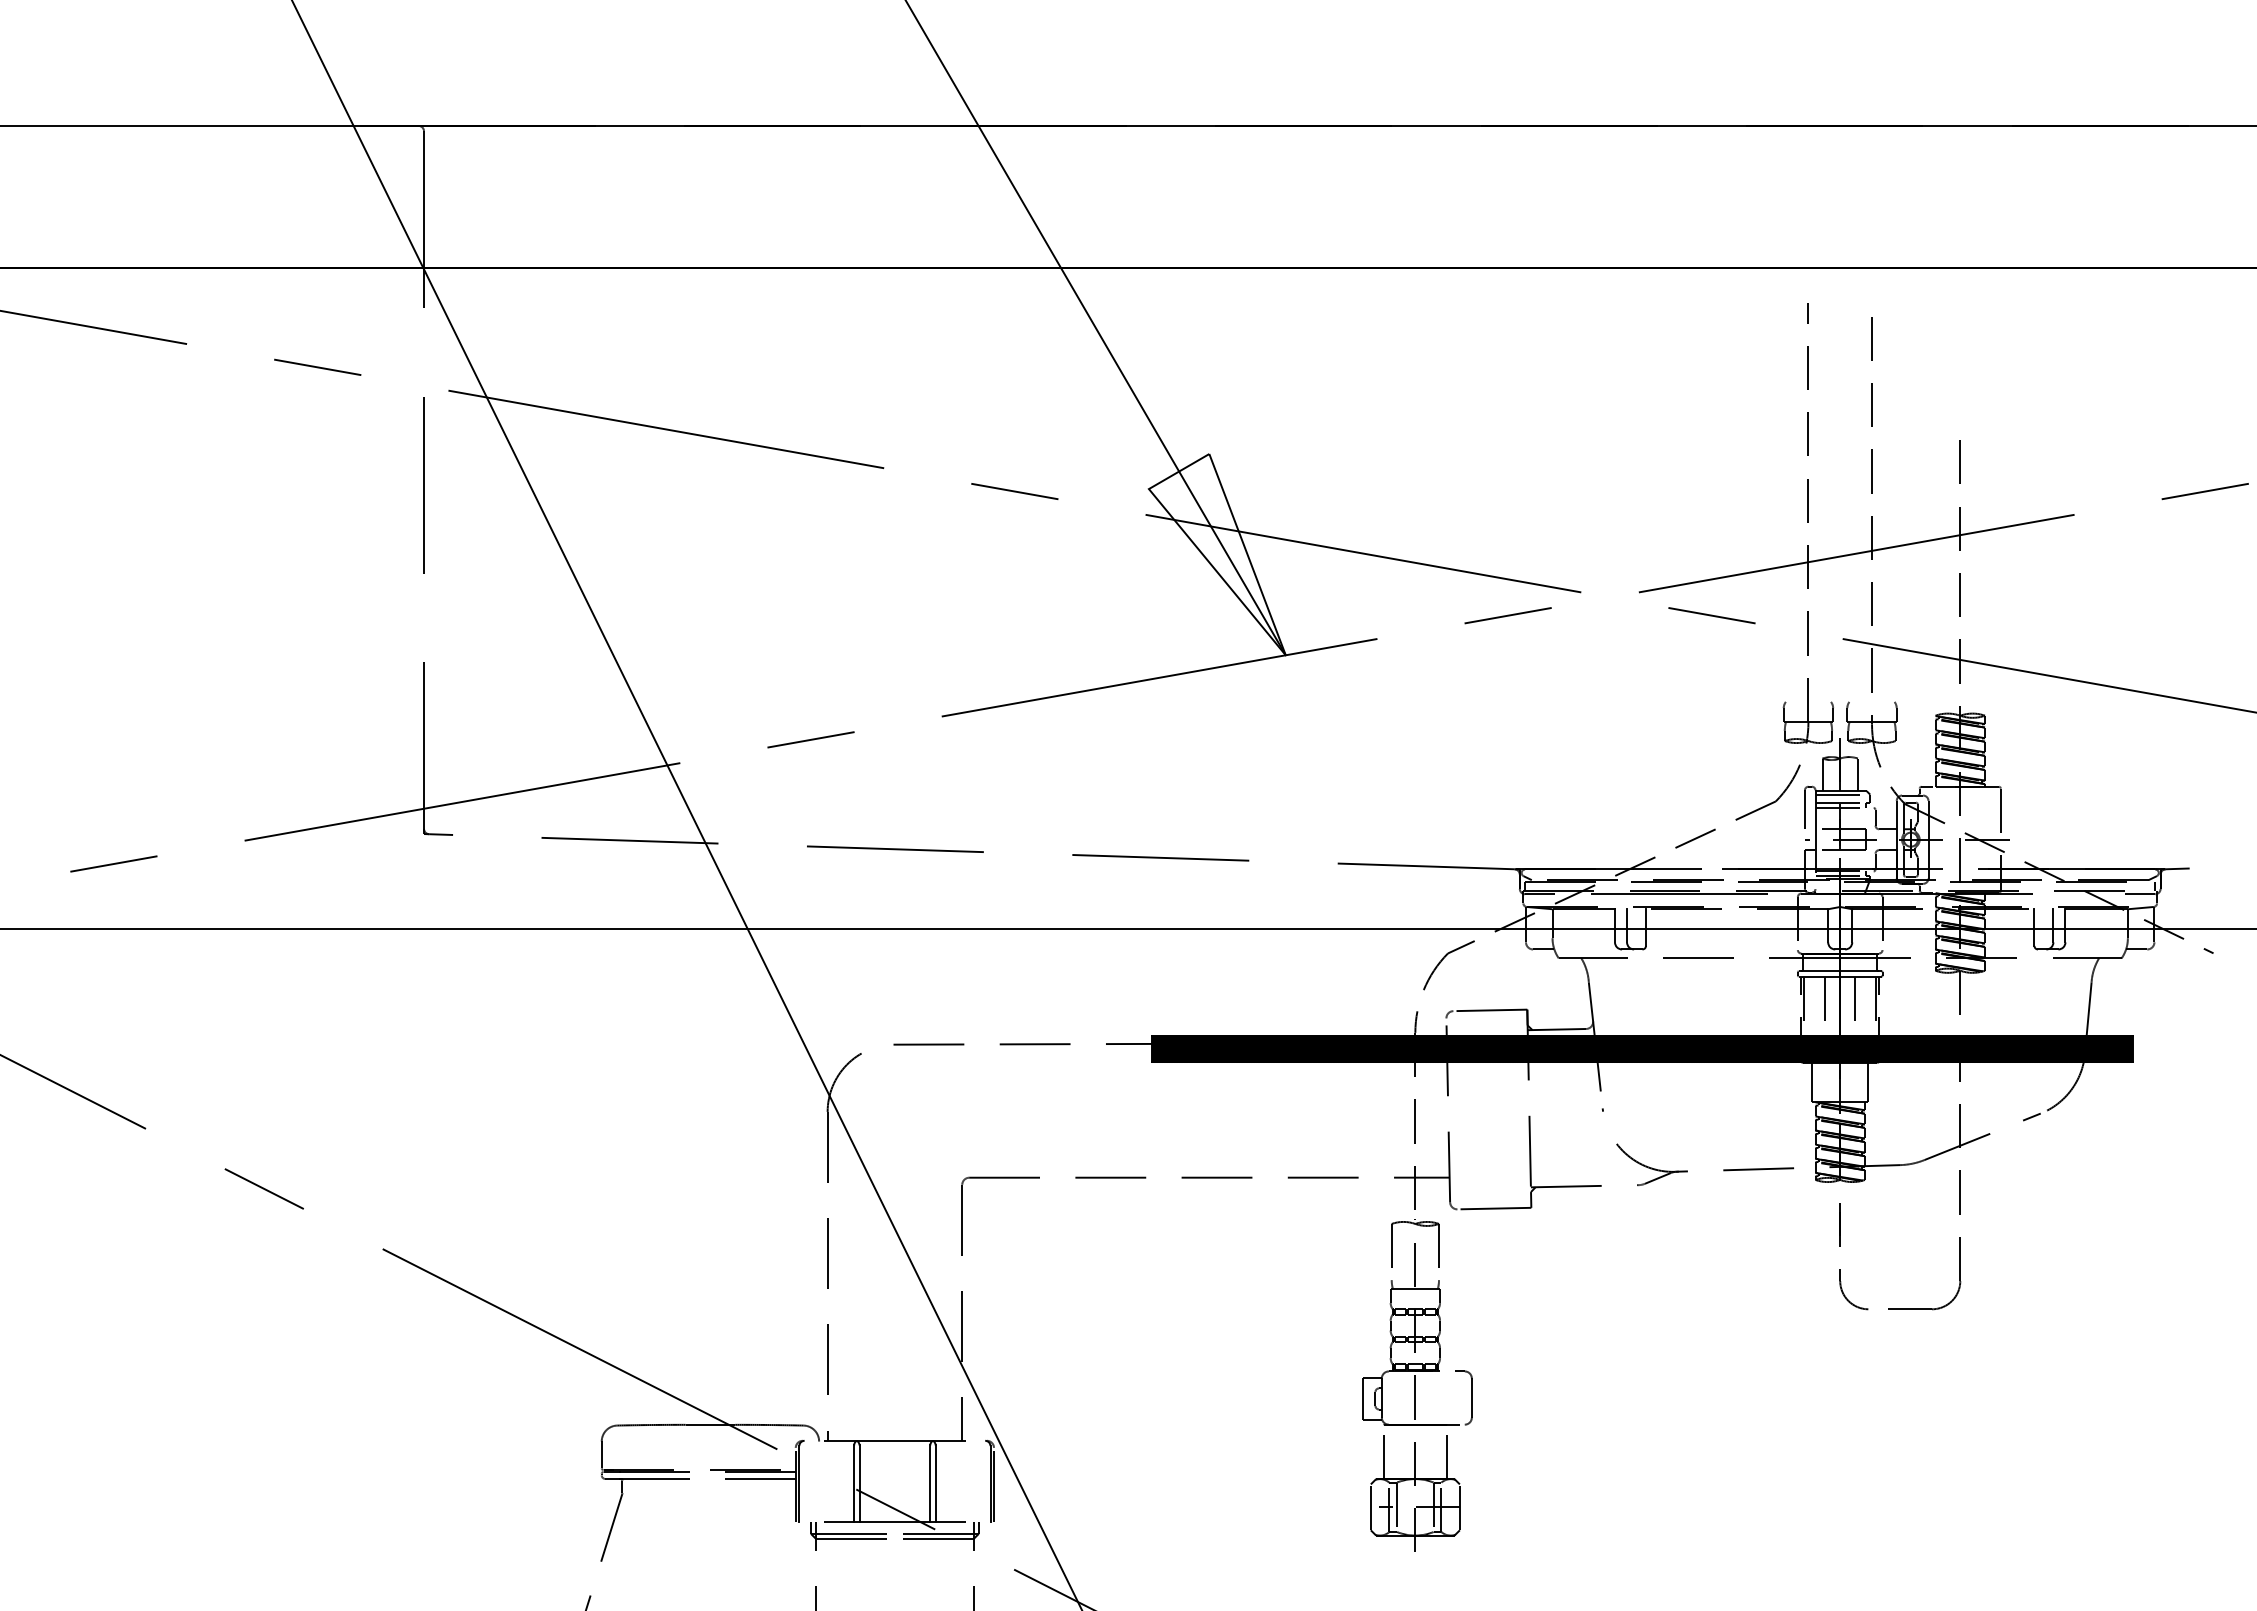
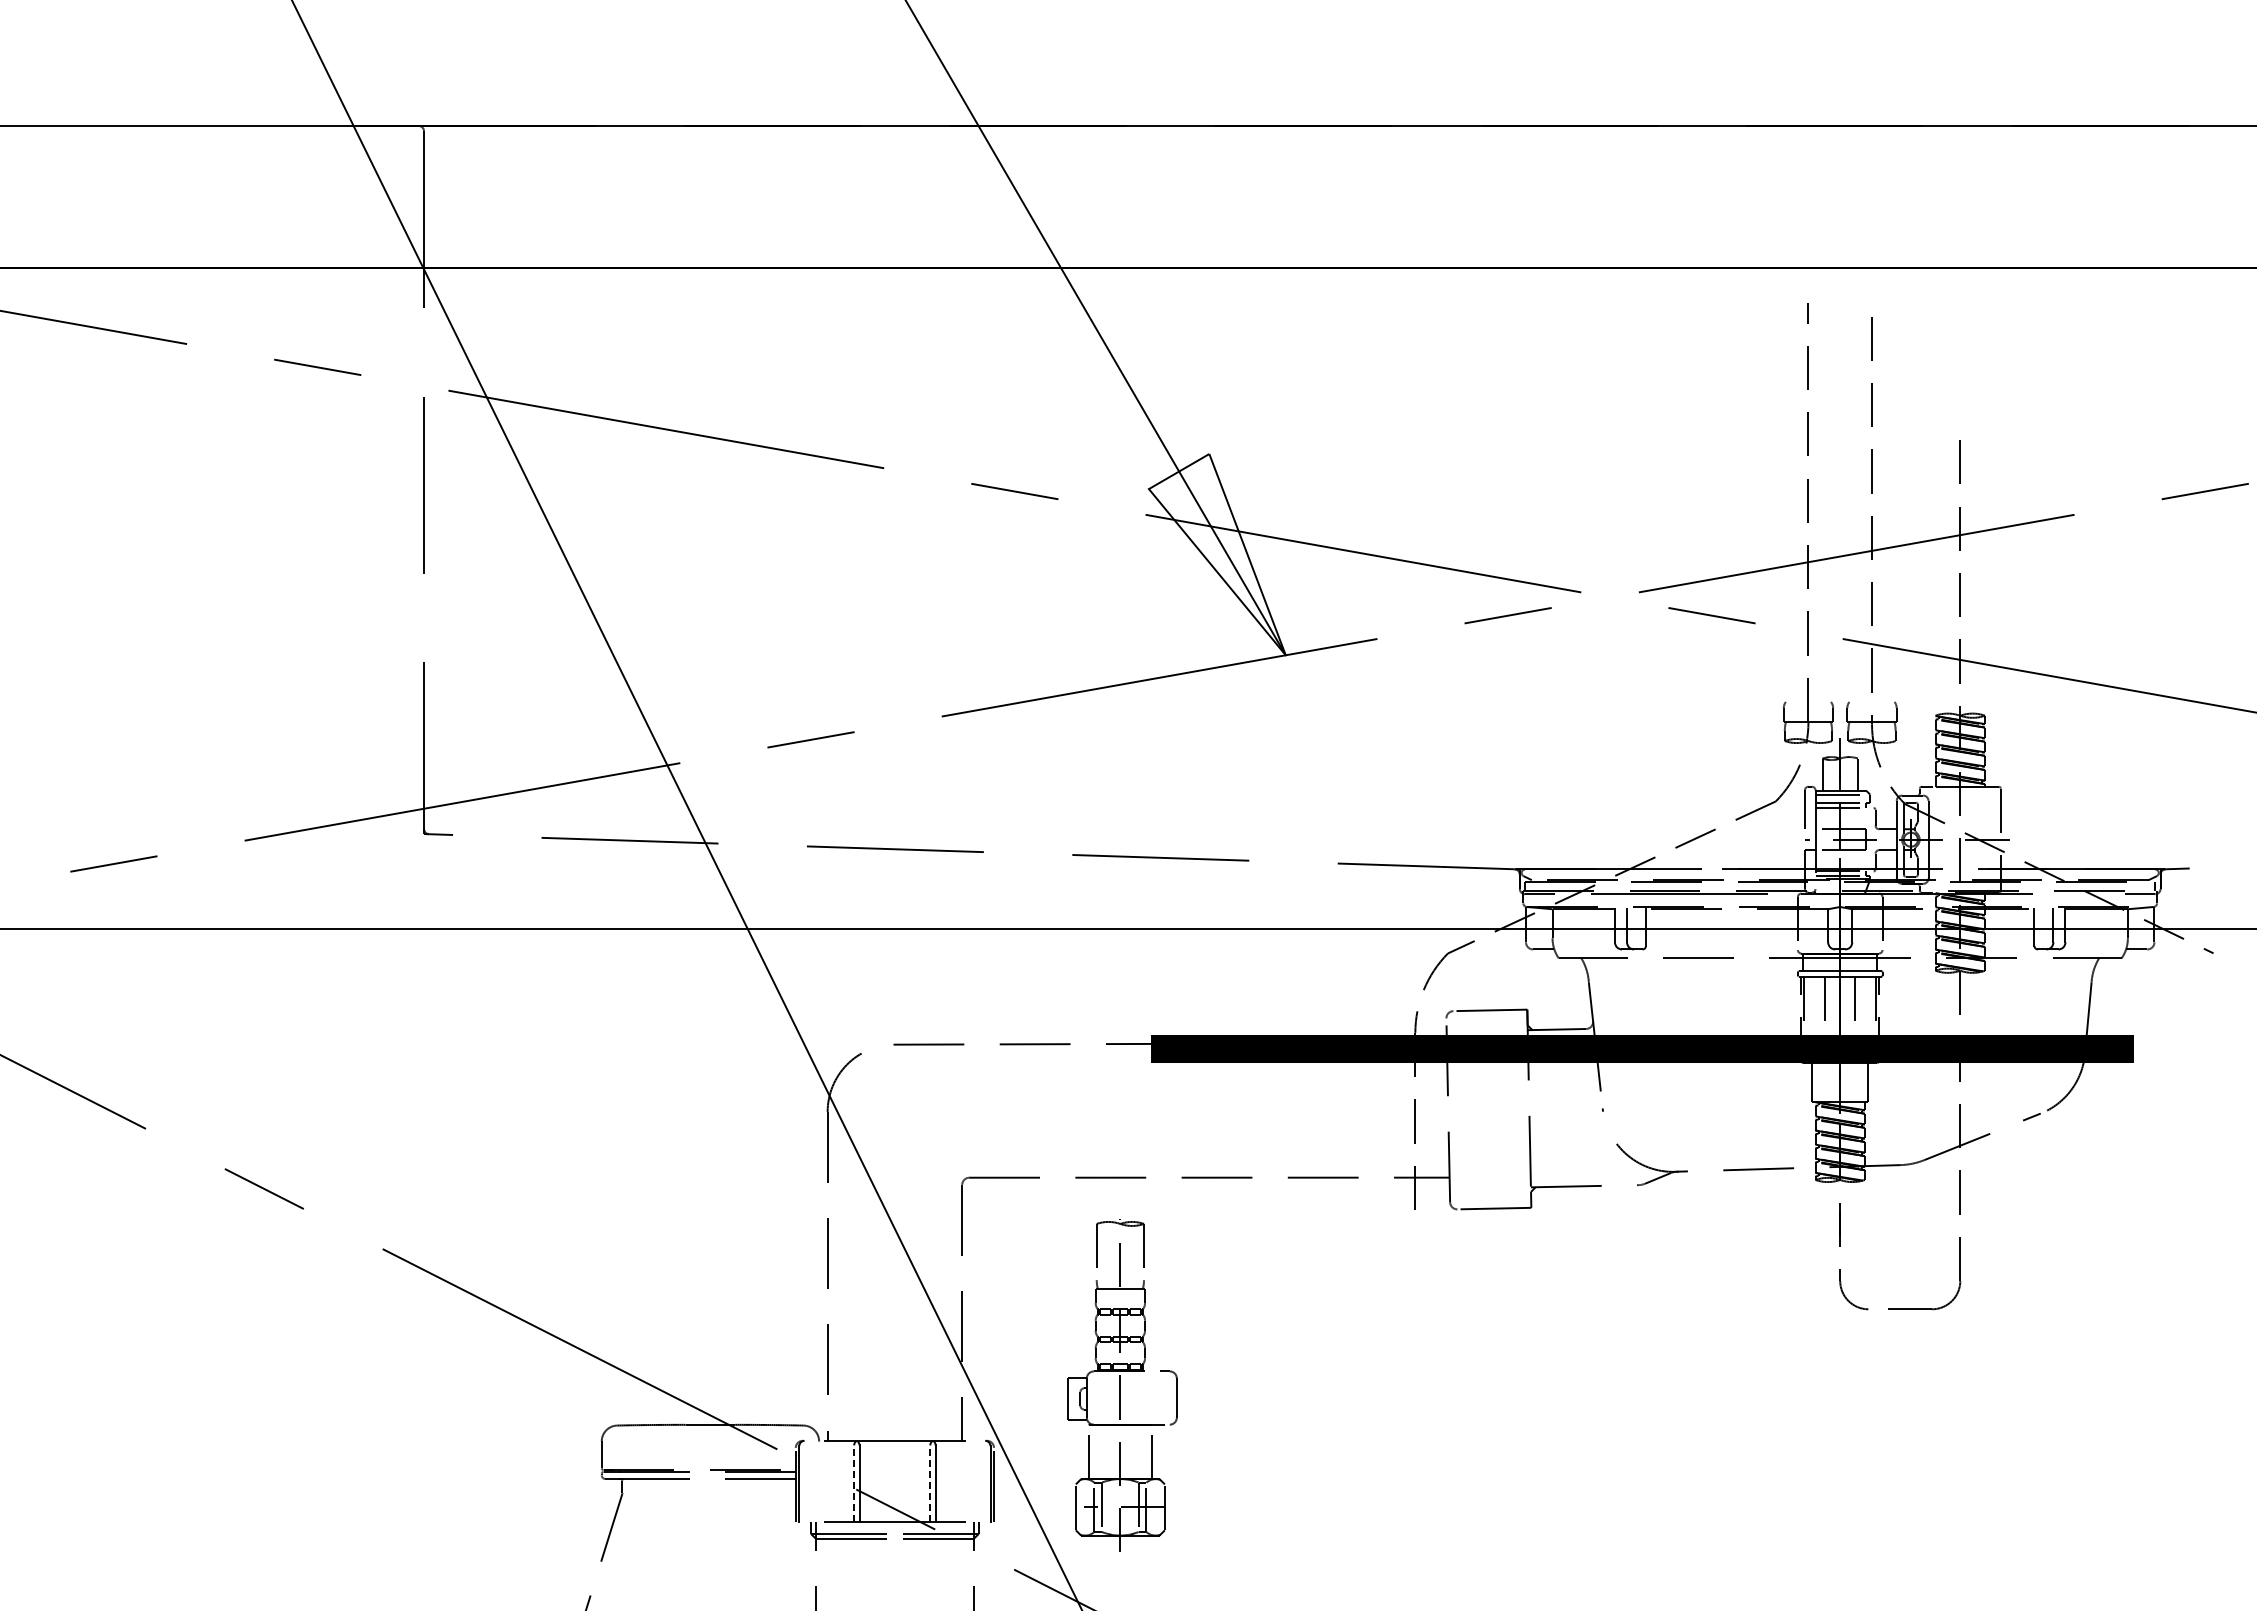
part at (1417, 1385) position: (1417, 1385) -> (1122, 1385)
line at (854, 1483): solid -> dashed
line at (930, 1483): solid -> dashed
